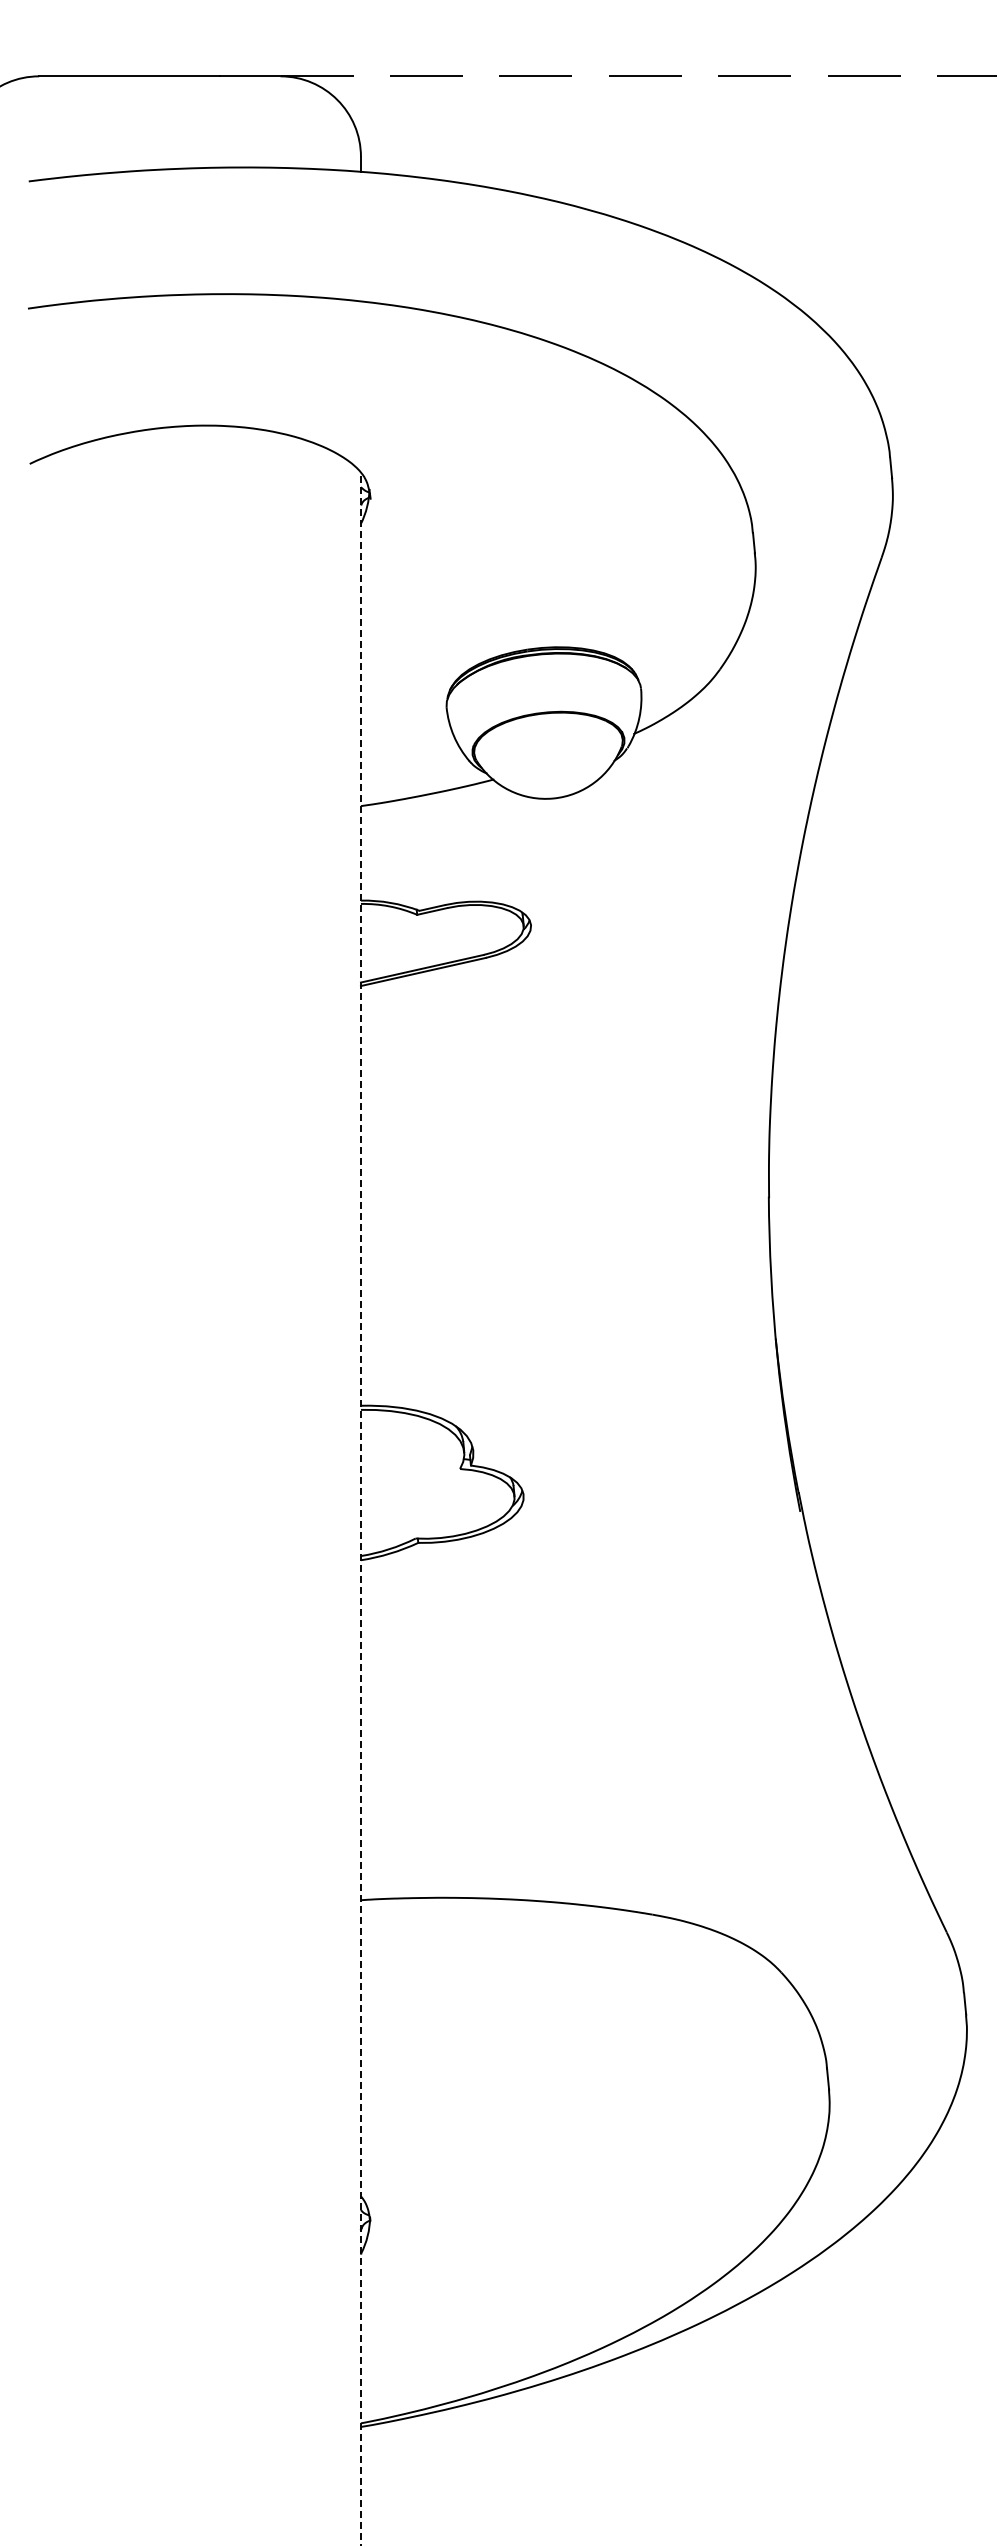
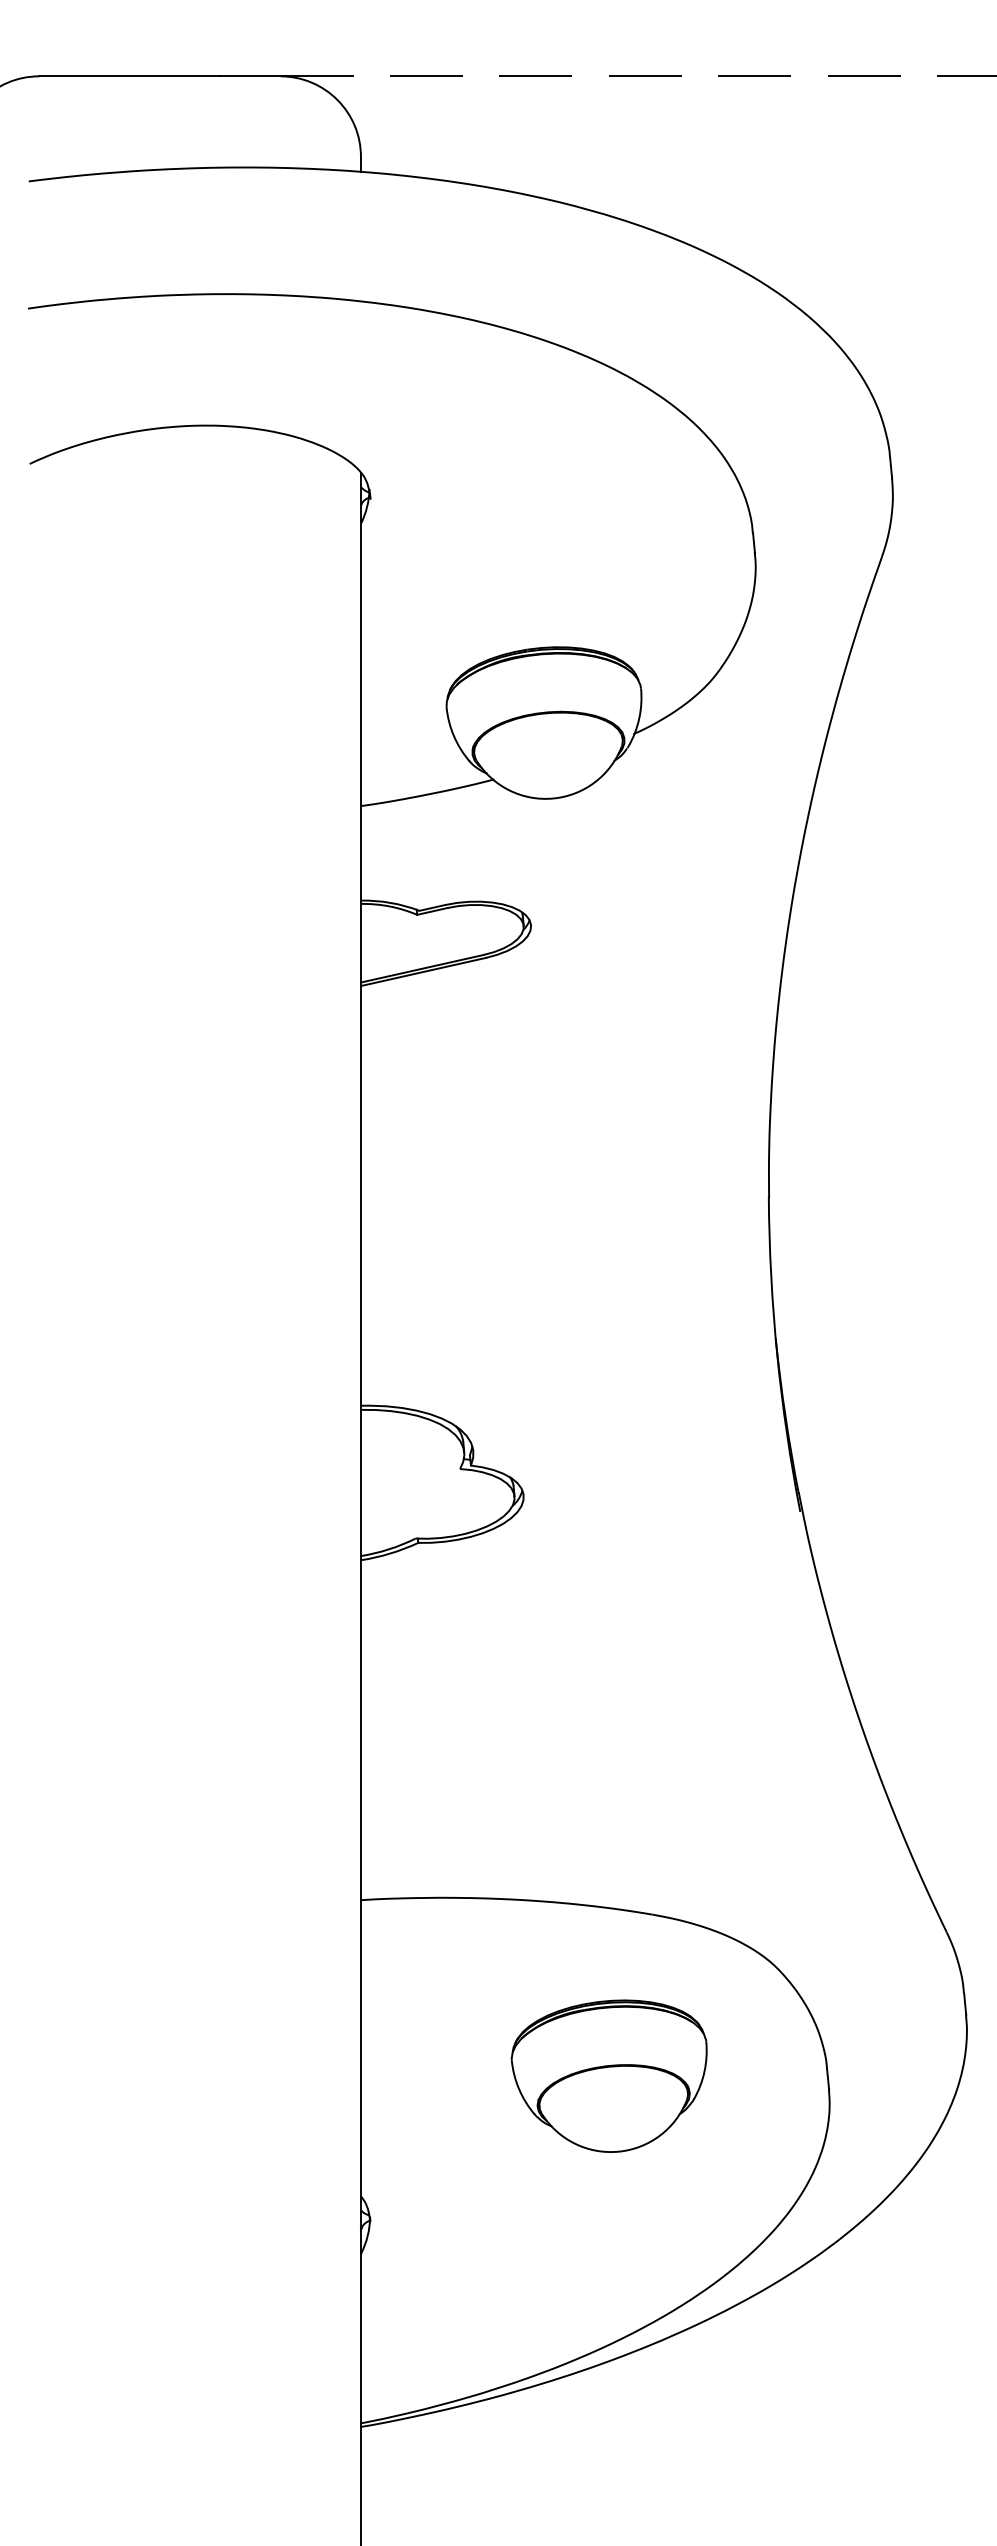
line at (360, 1508): dashed -> solid
part at (608, 2075): none -> present
